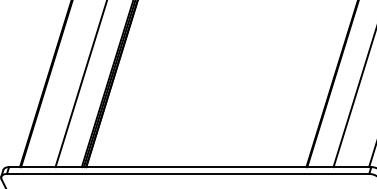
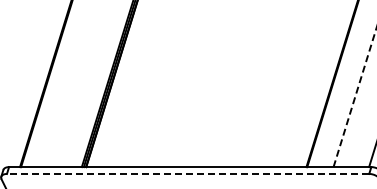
line at (80, 84): present -> none
line at (355, 96): solid -> dashed
line at (187, 173): solid -> dashed
